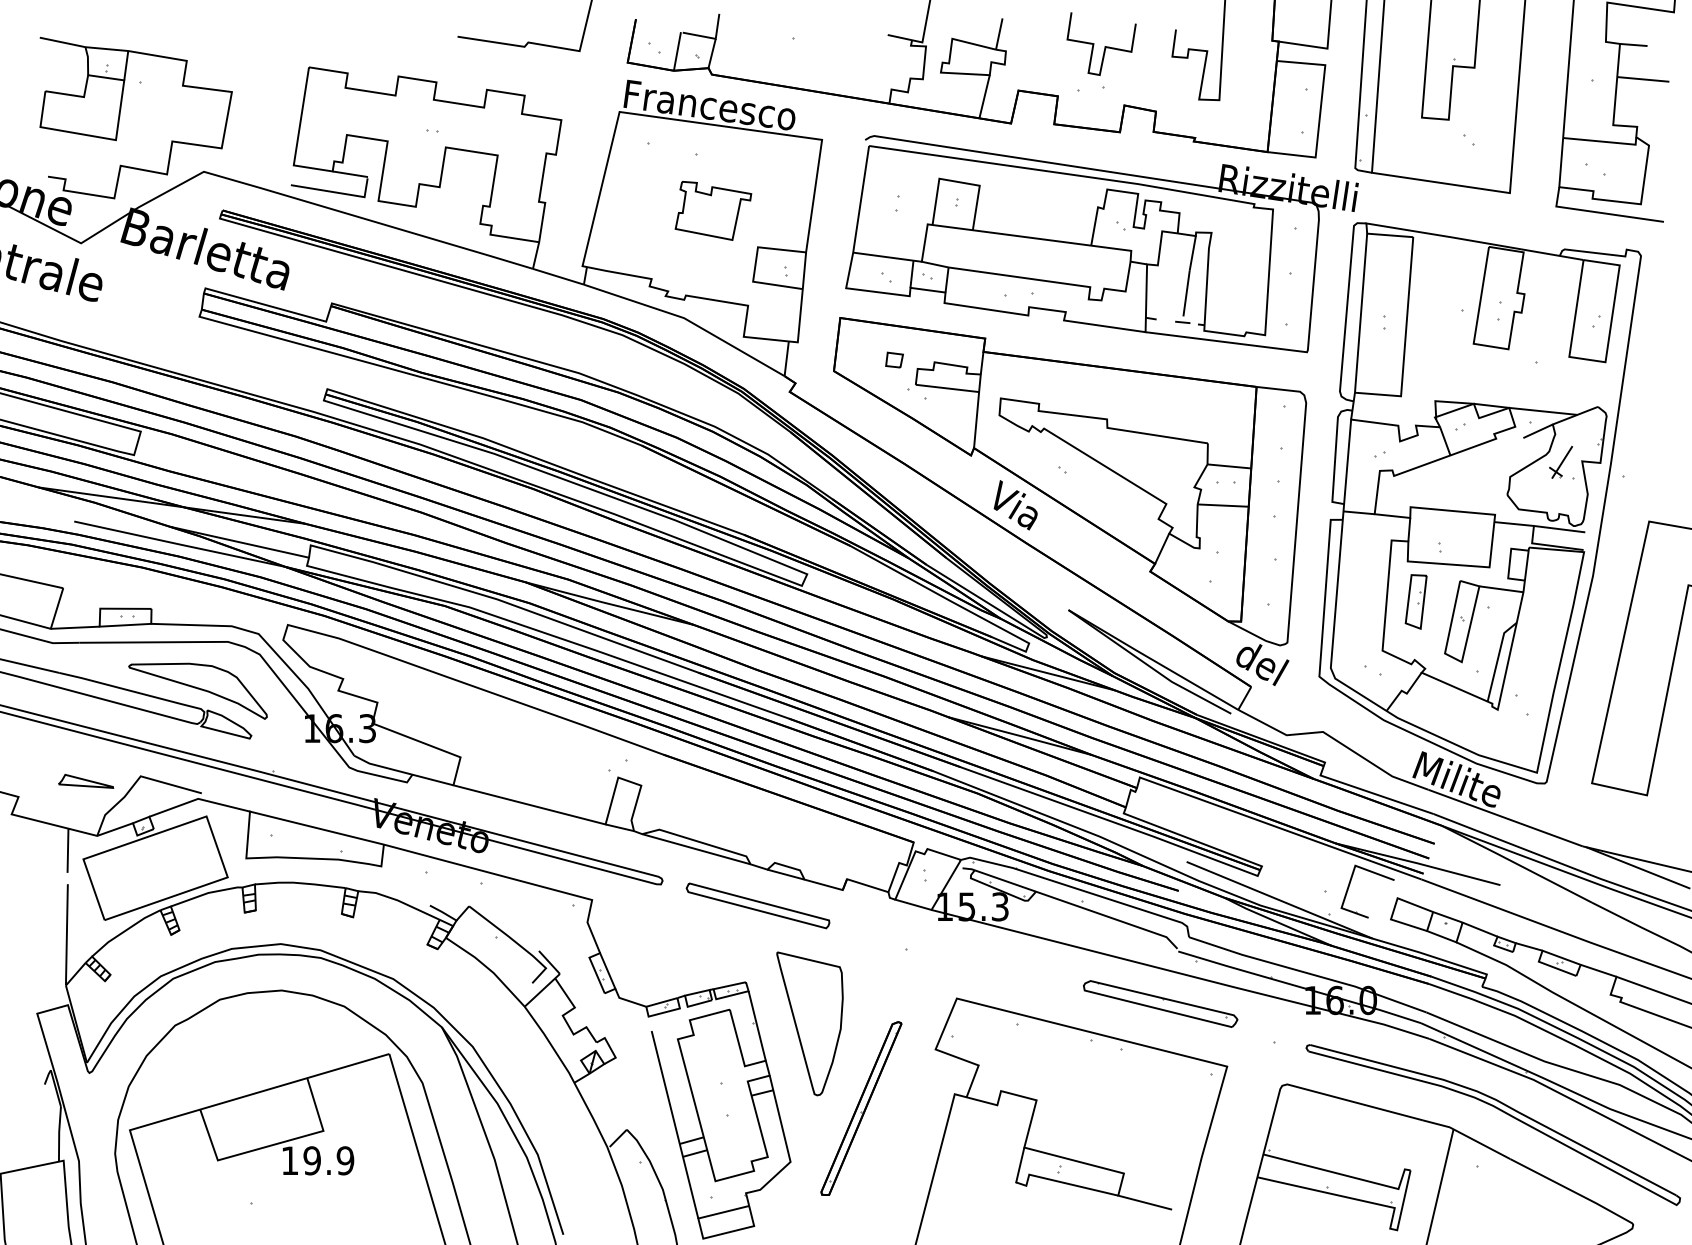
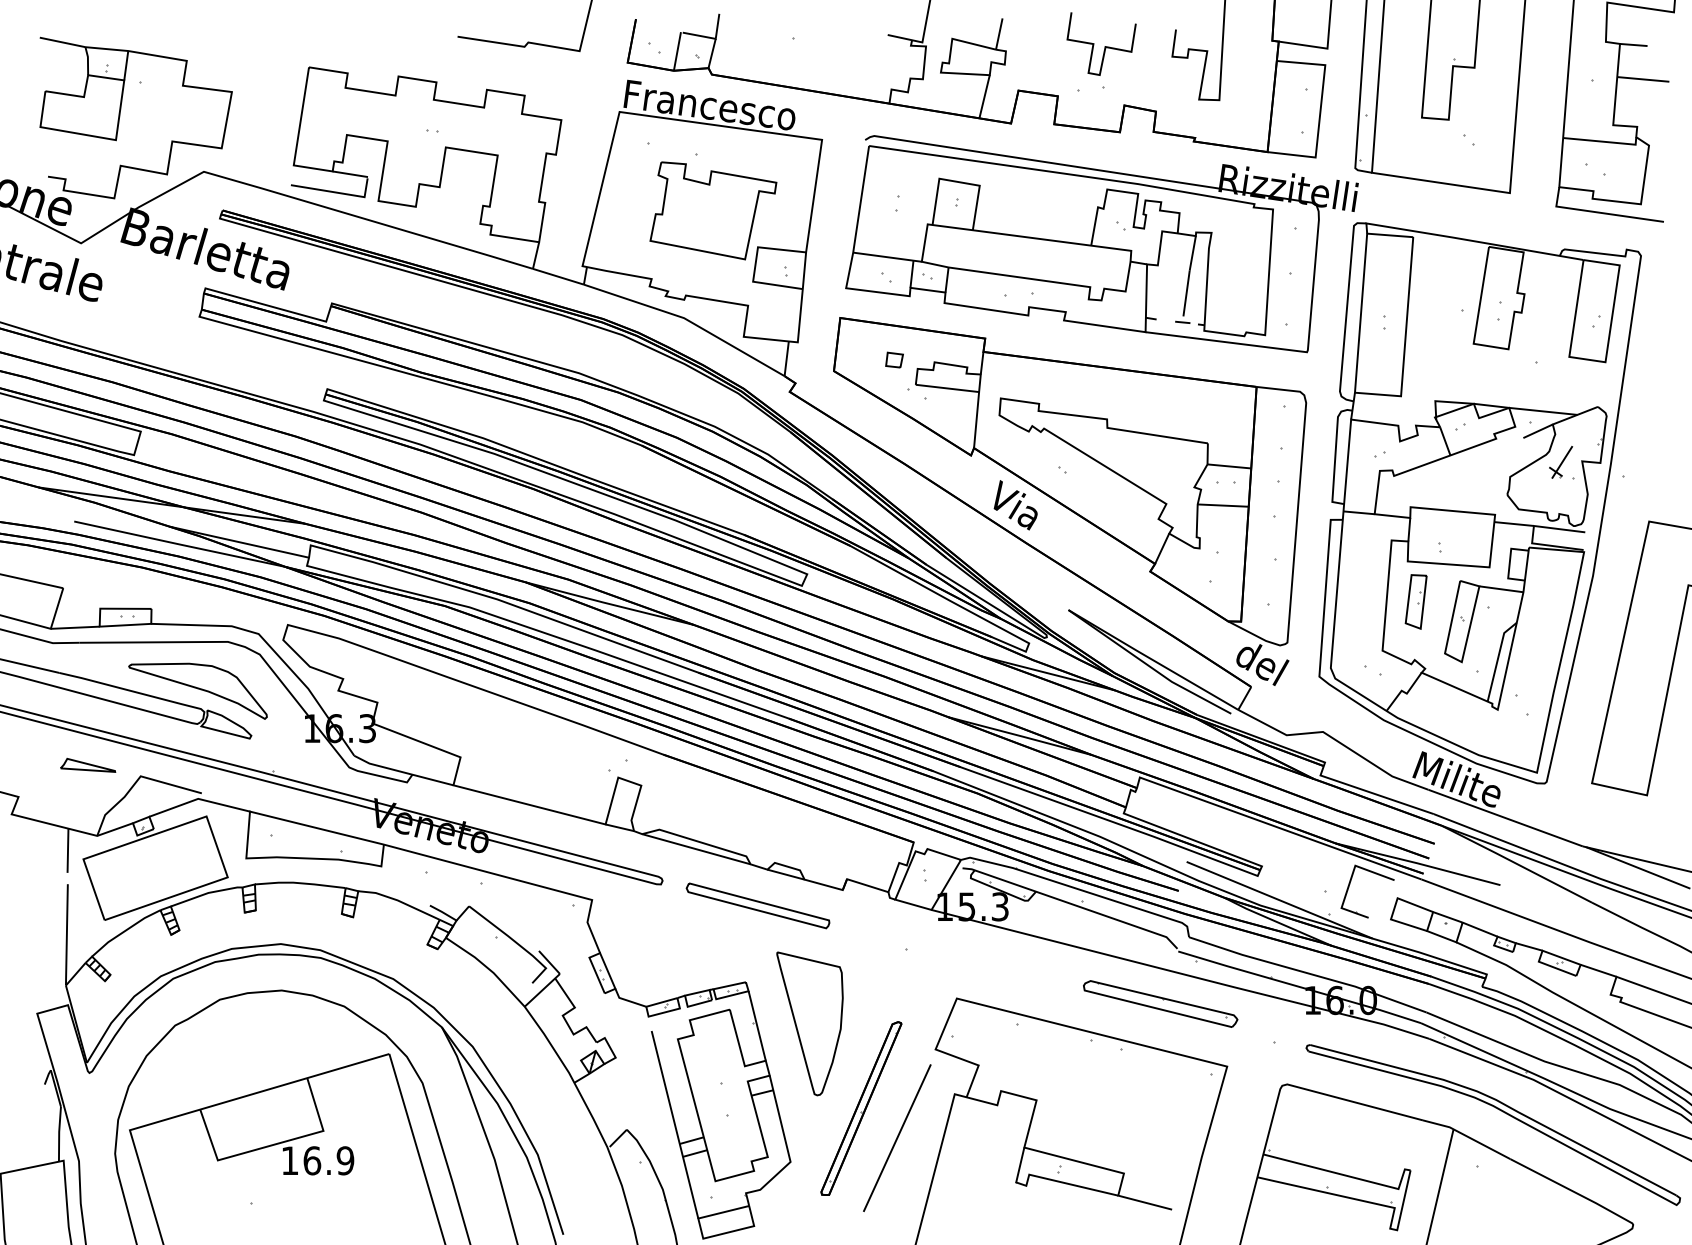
part at (713, 210) size: 79x60 px -> 129x100 px
part at (86, 780) position: (86, 780) -> (88, 764)
line at (897, 1137): none -> present
text at (312, 1160): 19.9 -> 16.9
